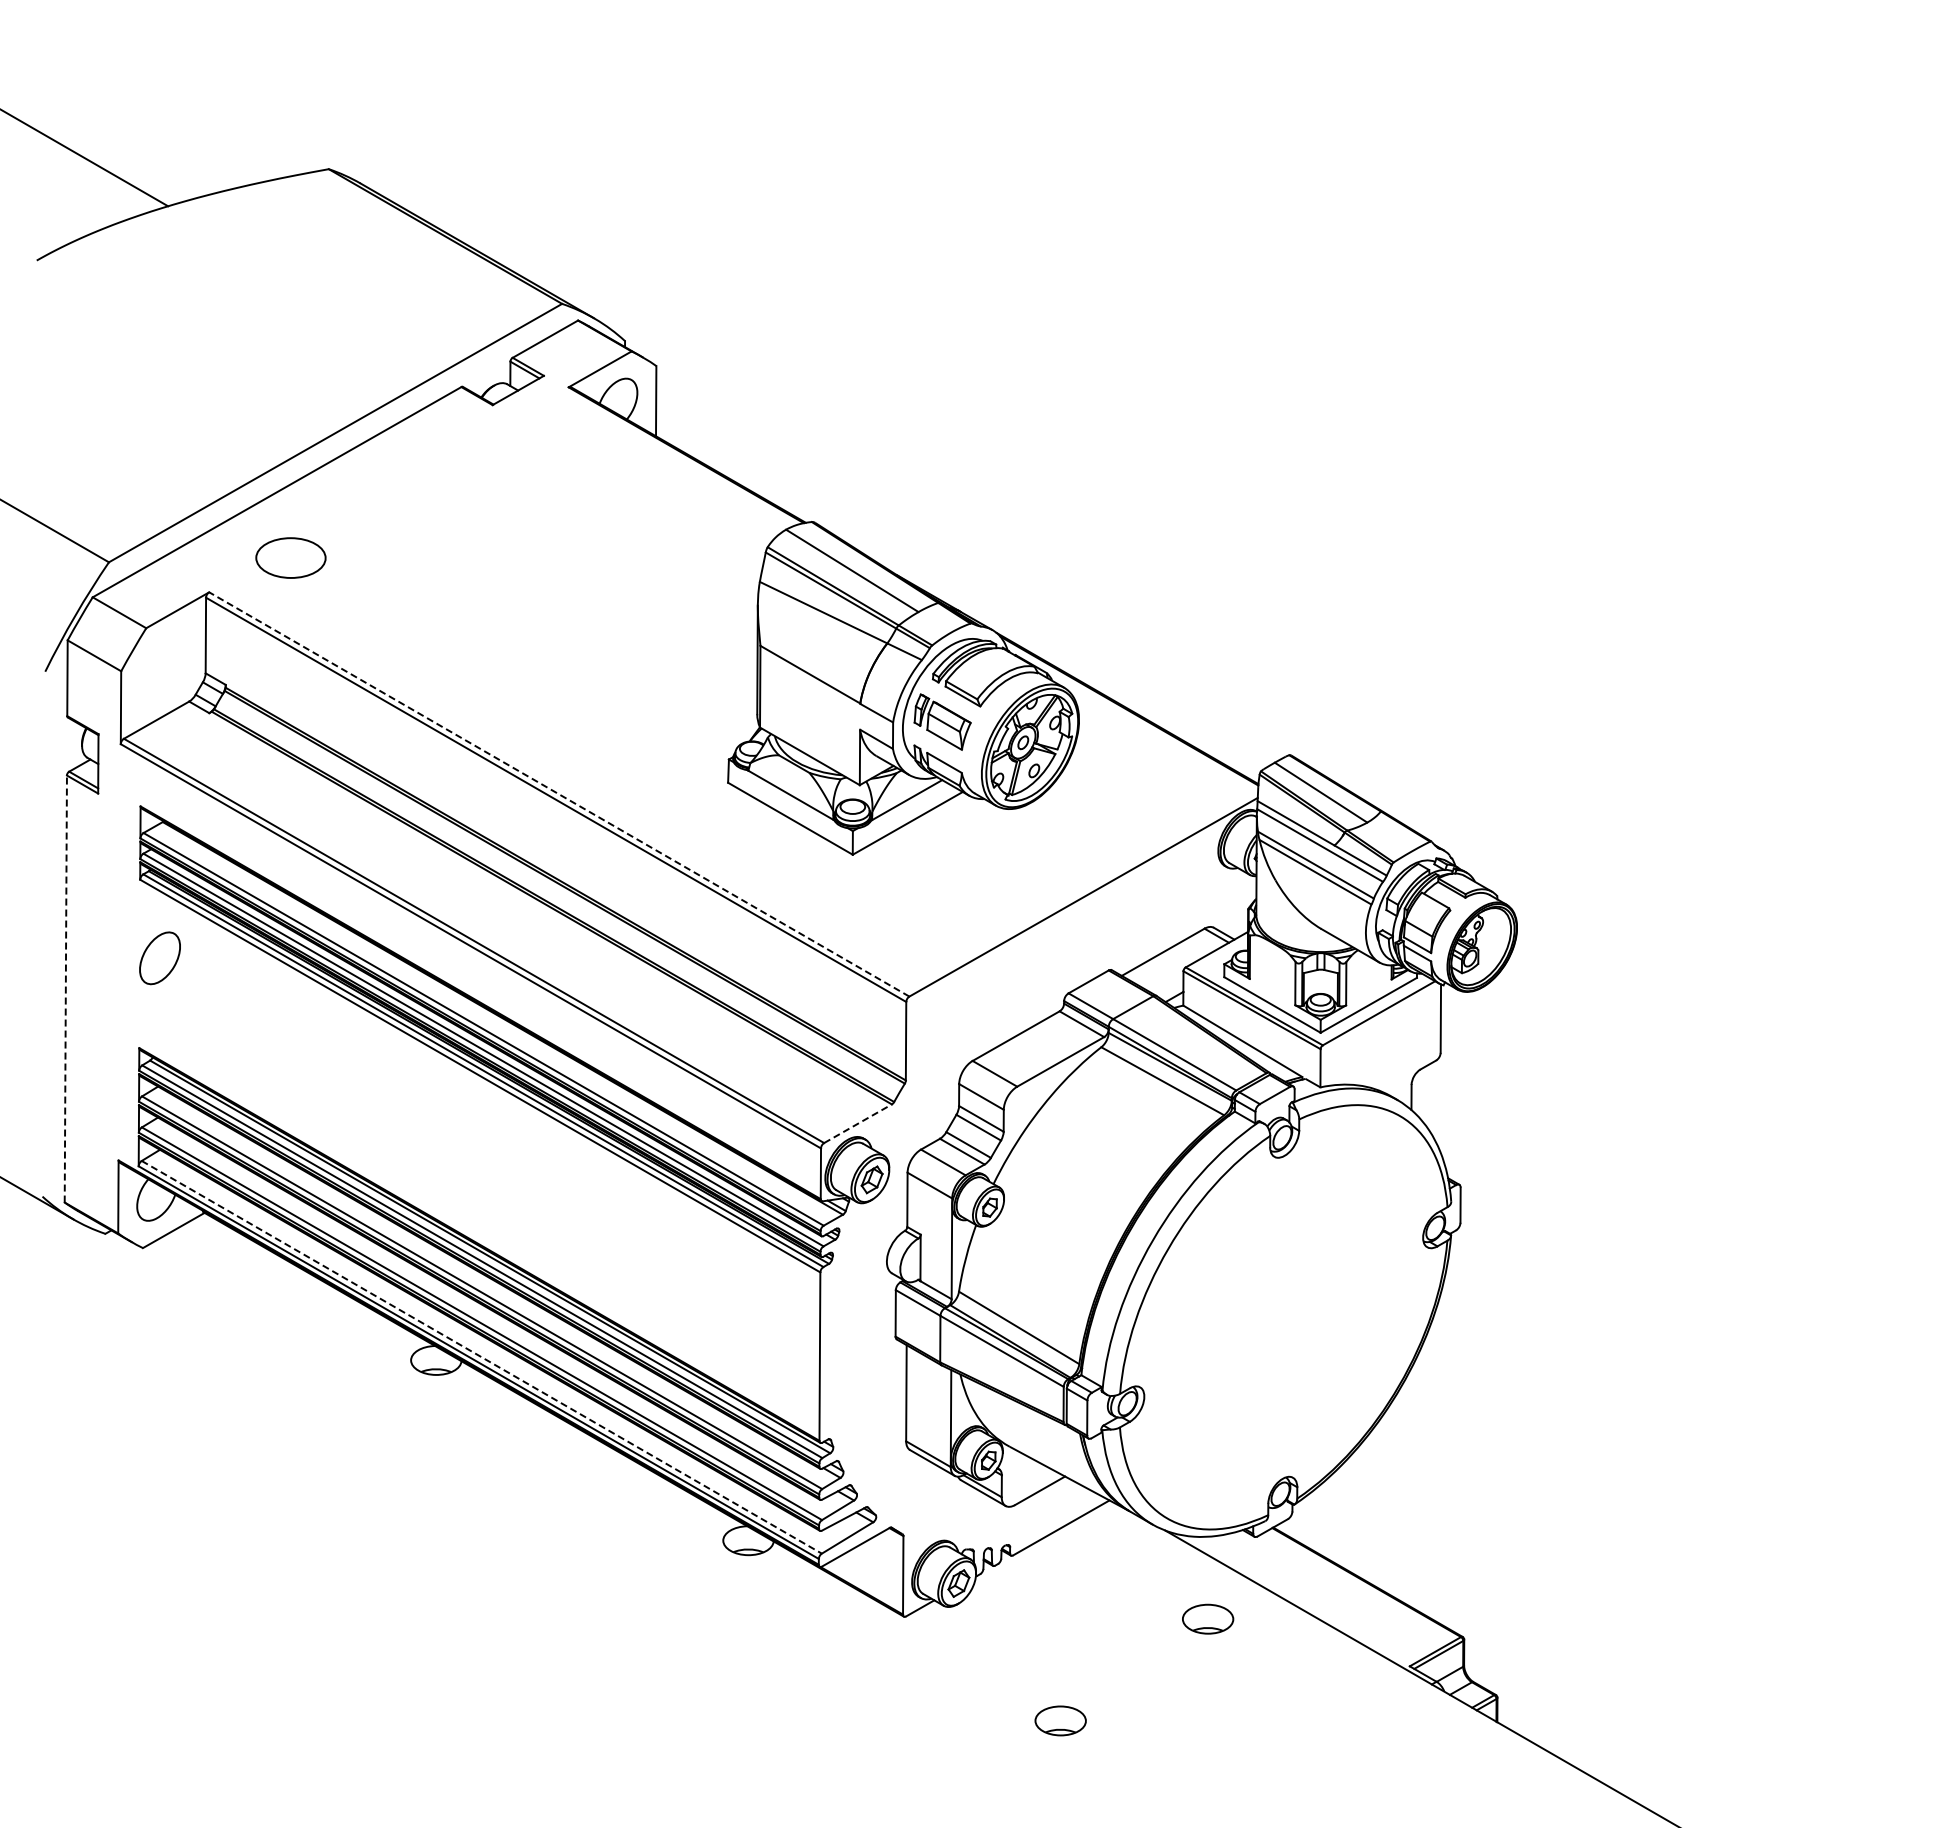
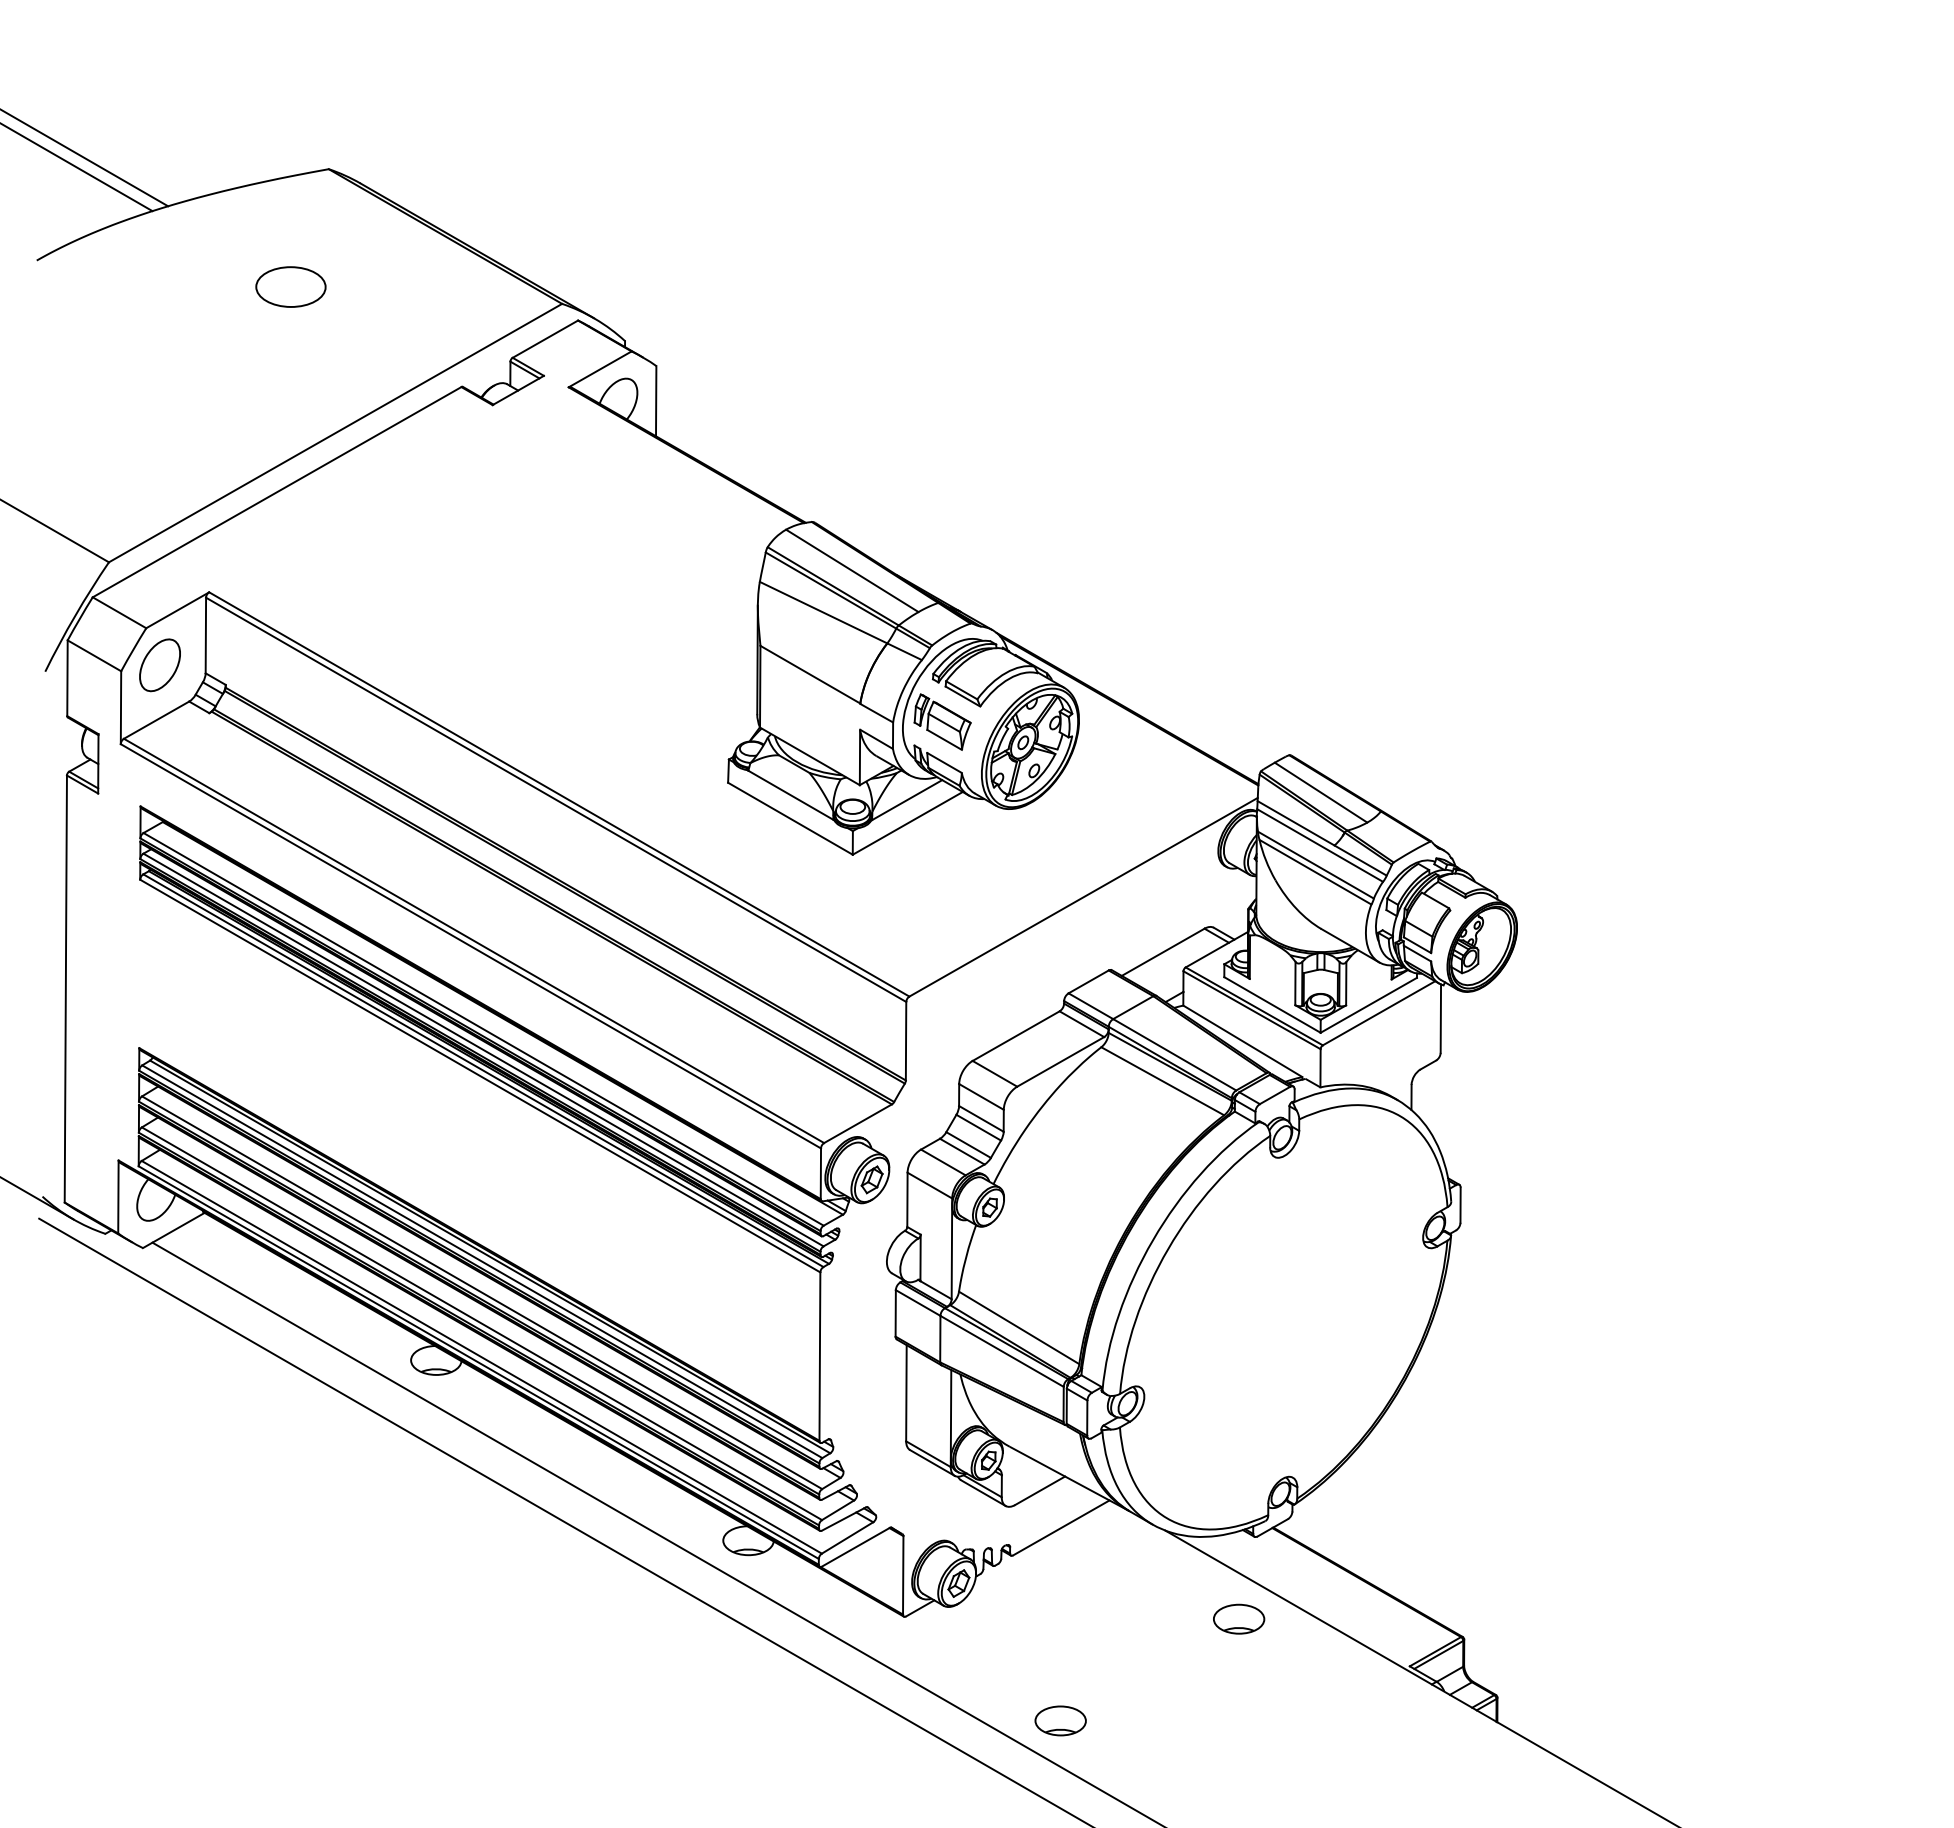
line at (77, 167): none -> present
part at (290, 557) position: (290, 557) -> (290, 286)
line at (558, 794): dashed -> solid
part at (159, 958) position: (159, 958) -> (159, 665)
line at (65, 989): dashed -> solid
line at (858, 1123): dashed -> solid
line at (481, 1357): dashed -> solid
line at (564, 1521): none -> present
line at (656, 1533): none -> present
part at (1208, 1618) position: (1208, 1618) -> (1239, 1618)
